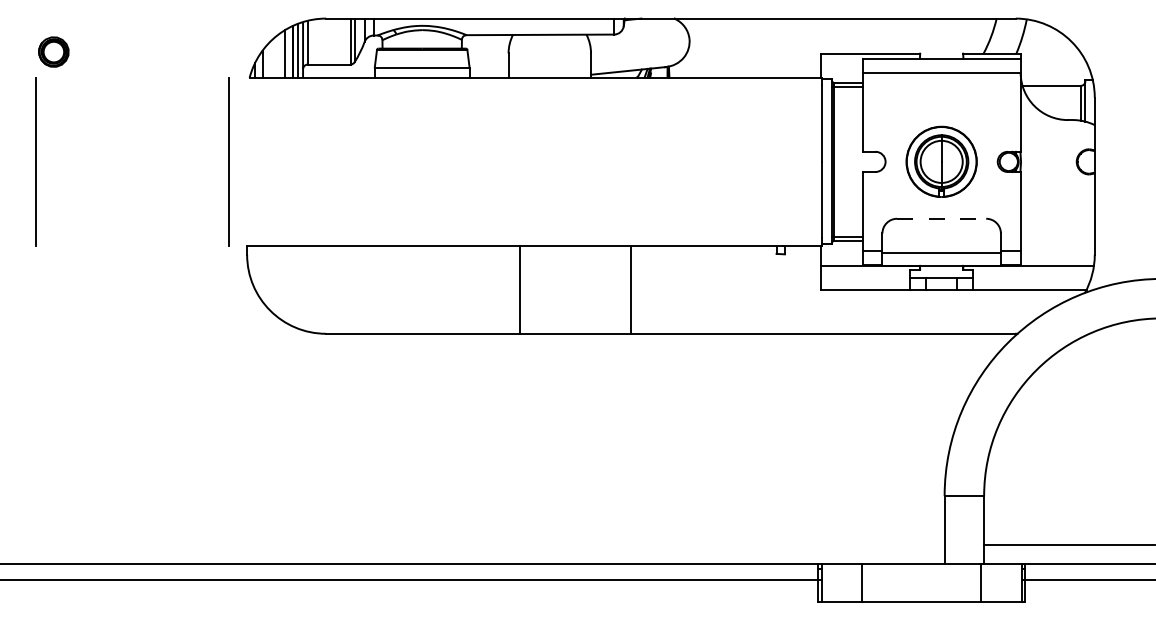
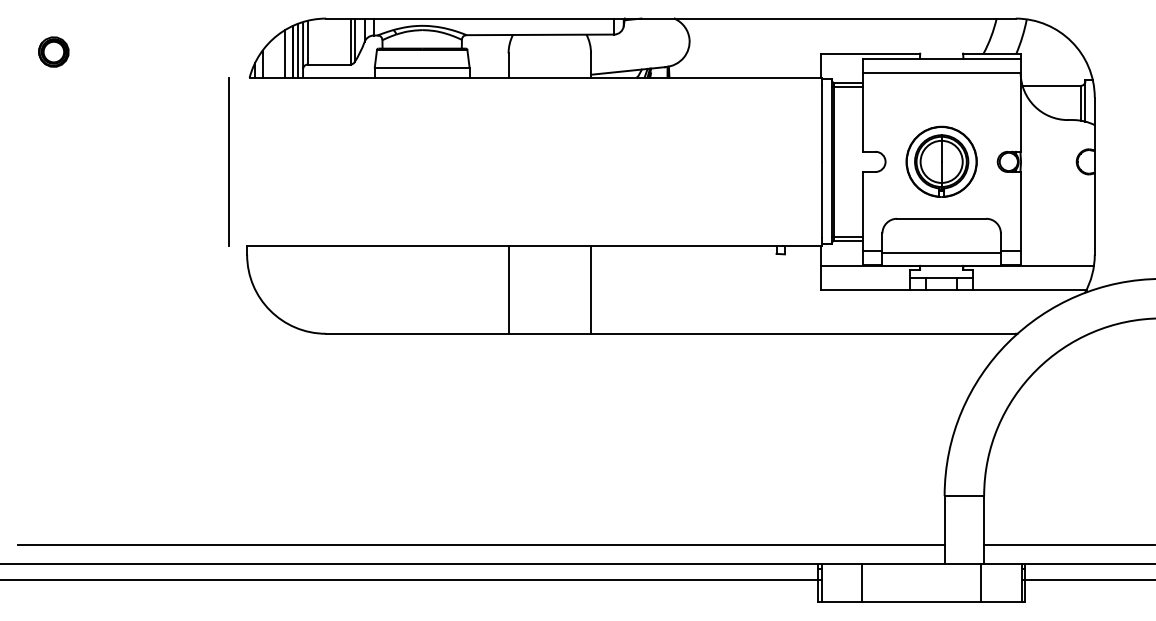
line at (35, 161): present -> none
line at (941, 218): dashed -> solid
line at (519, 289) position: (519, 289) -> (508, 289)
line at (631, 289) position: (631, 289) -> (591, 289)
line at (481, 545): none -> present
